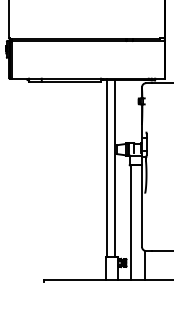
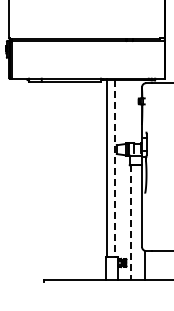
line at (115, 168): solid -> dashed
line at (131, 223): solid -> dashed
